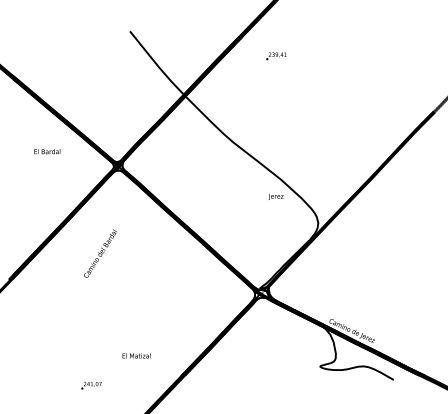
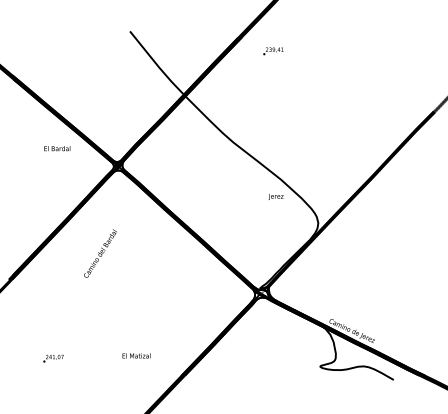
text at (276, 56) position: (276, 56) -> (273, 51)
text at (47, 151) position: (47, 151) -> (57, 148)
text at (91, 385) position: (91, 385) -> (53, 358)
